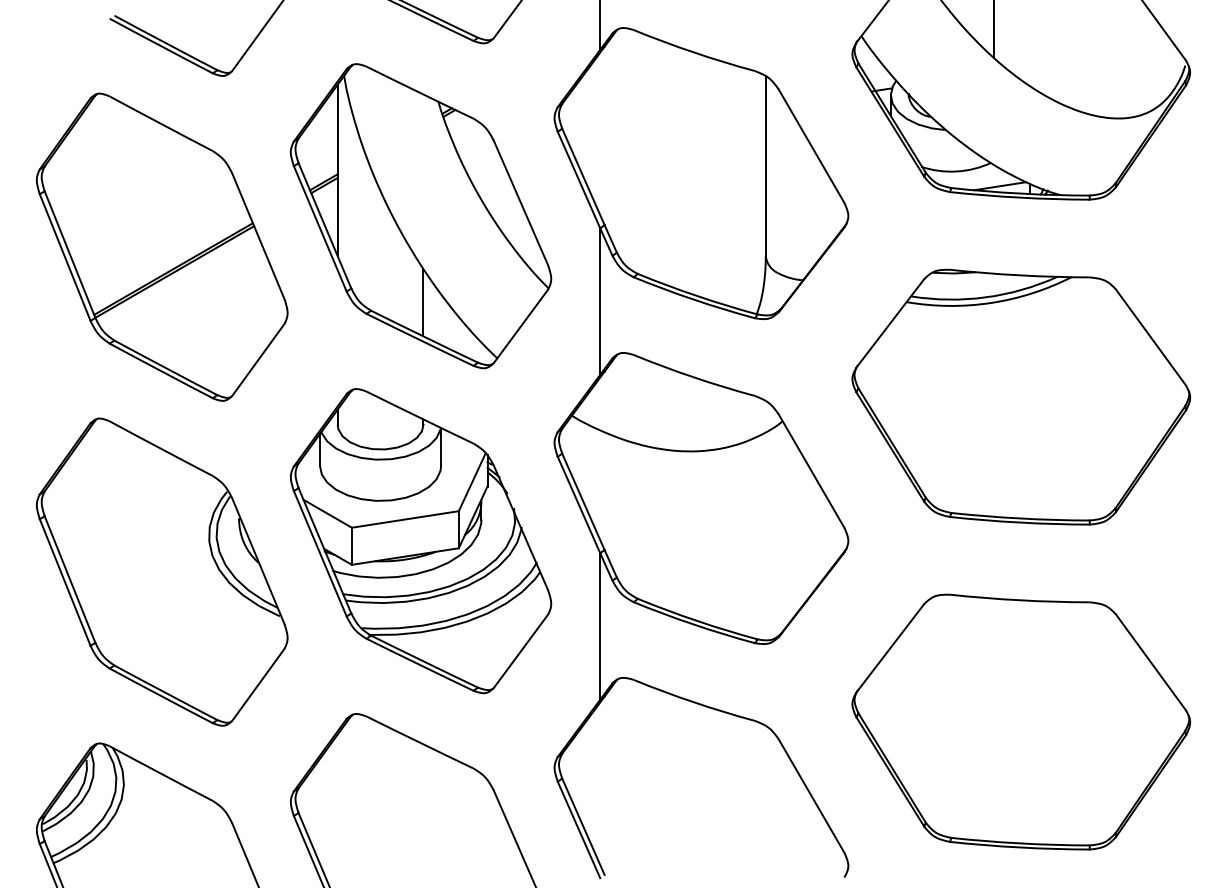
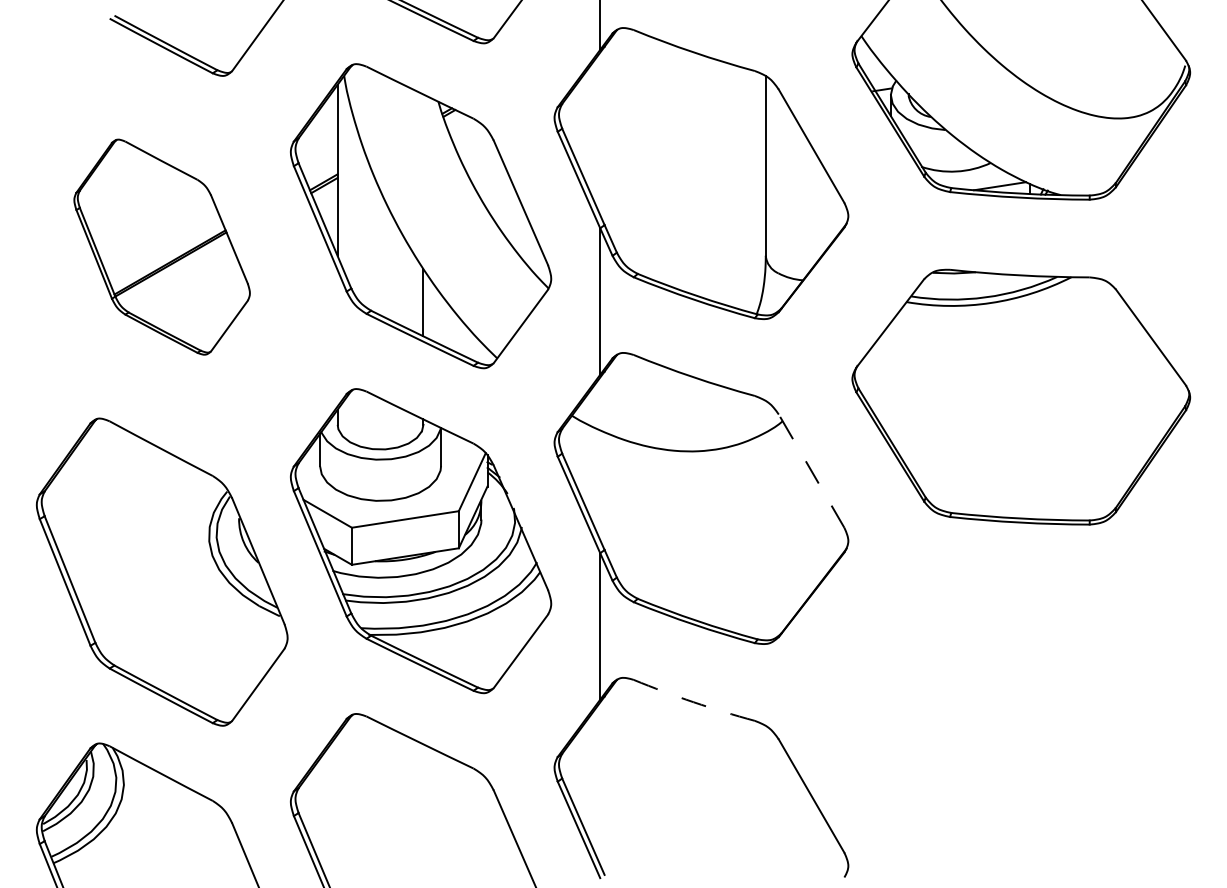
line at (994, 30): present -> none
part at (161, 246) size: 254x310 px -> 178x218 px
line at (811, 470): solid -> dashed
arc at (693, 702): solid -> dashed
part at (1021, 721): present -> none
